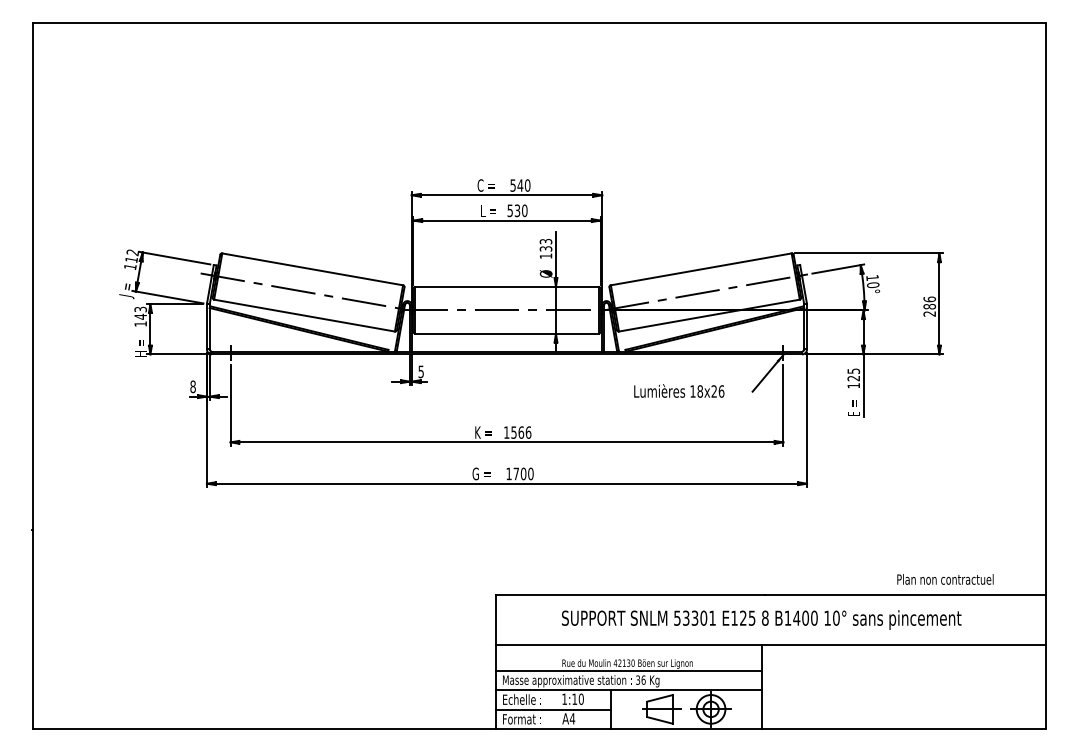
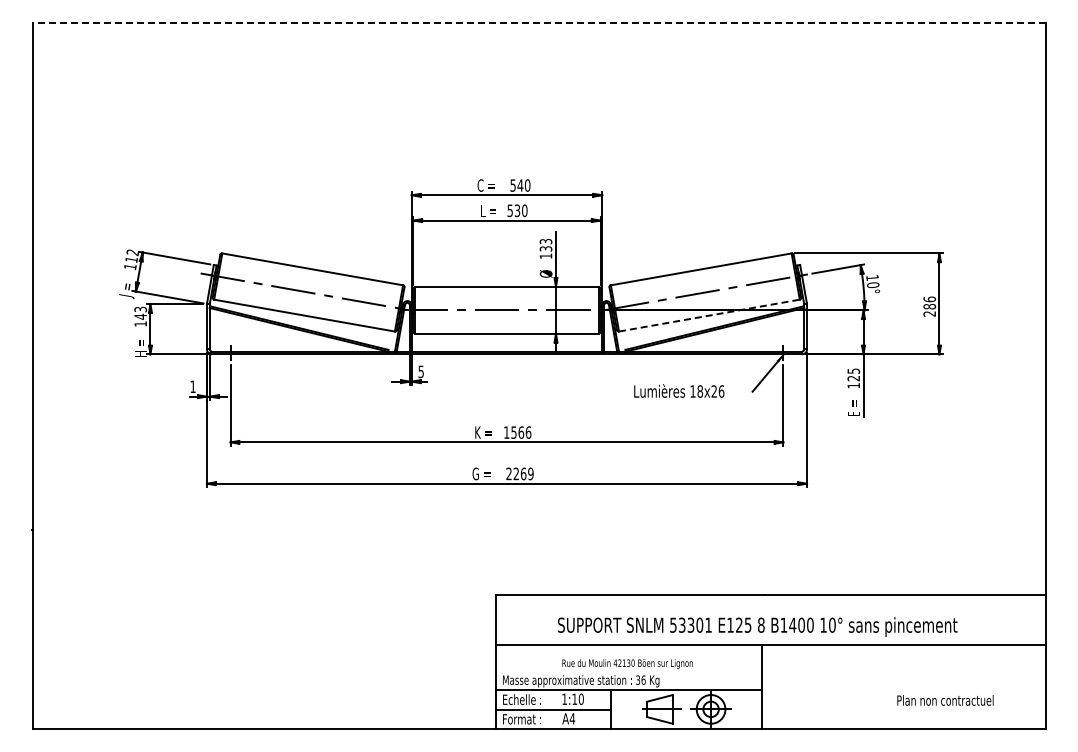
line at (539, 22): solid -> dashed
line at (709, 315): solid -> dashed
text at (192, 386): 8 -> 1
text at (519, 473): 1700 -> 2269
text at (945, 579) position: (945, 579) -> (945, 700)
text at (761, 619) position: (761, 619) -> (757, 626)
line at (629, 670): present -> none
